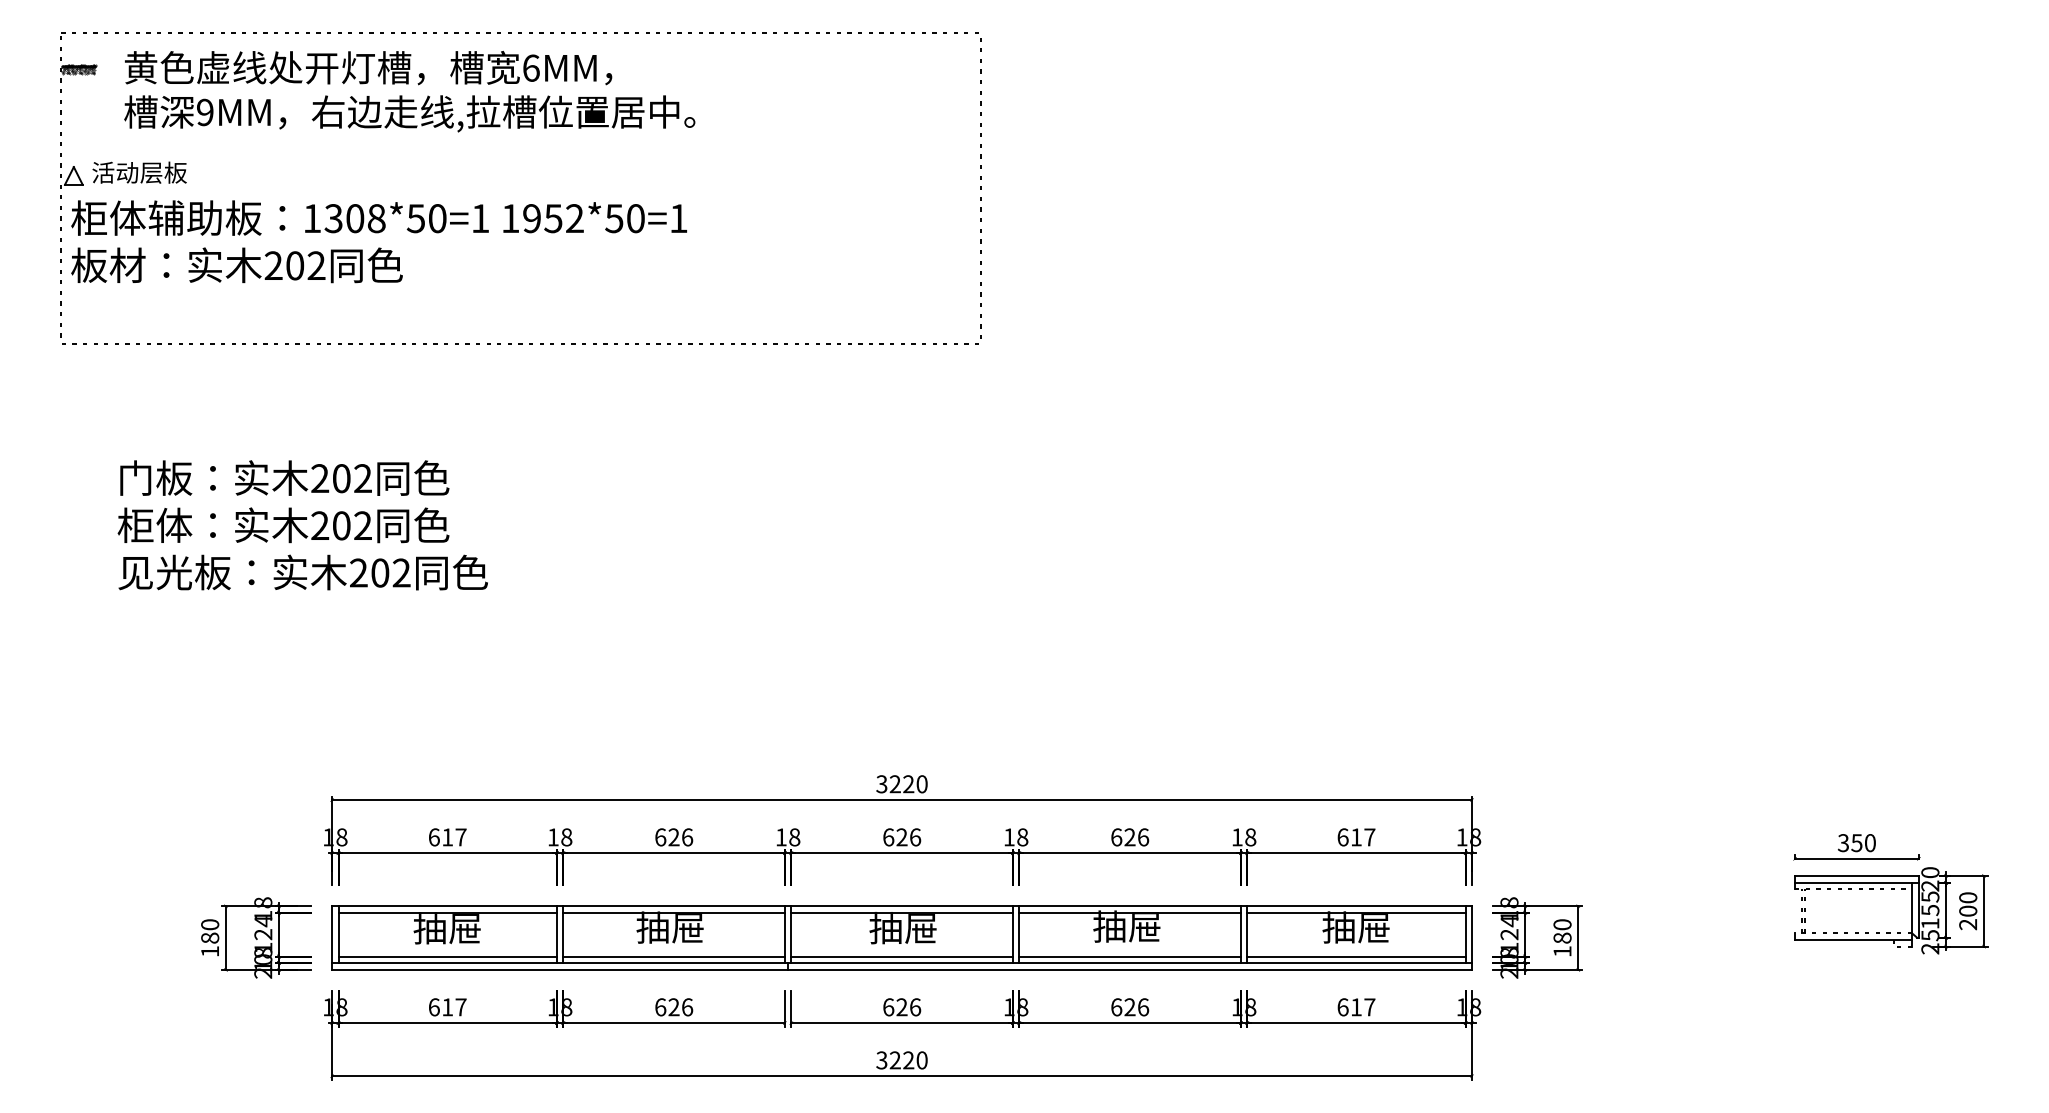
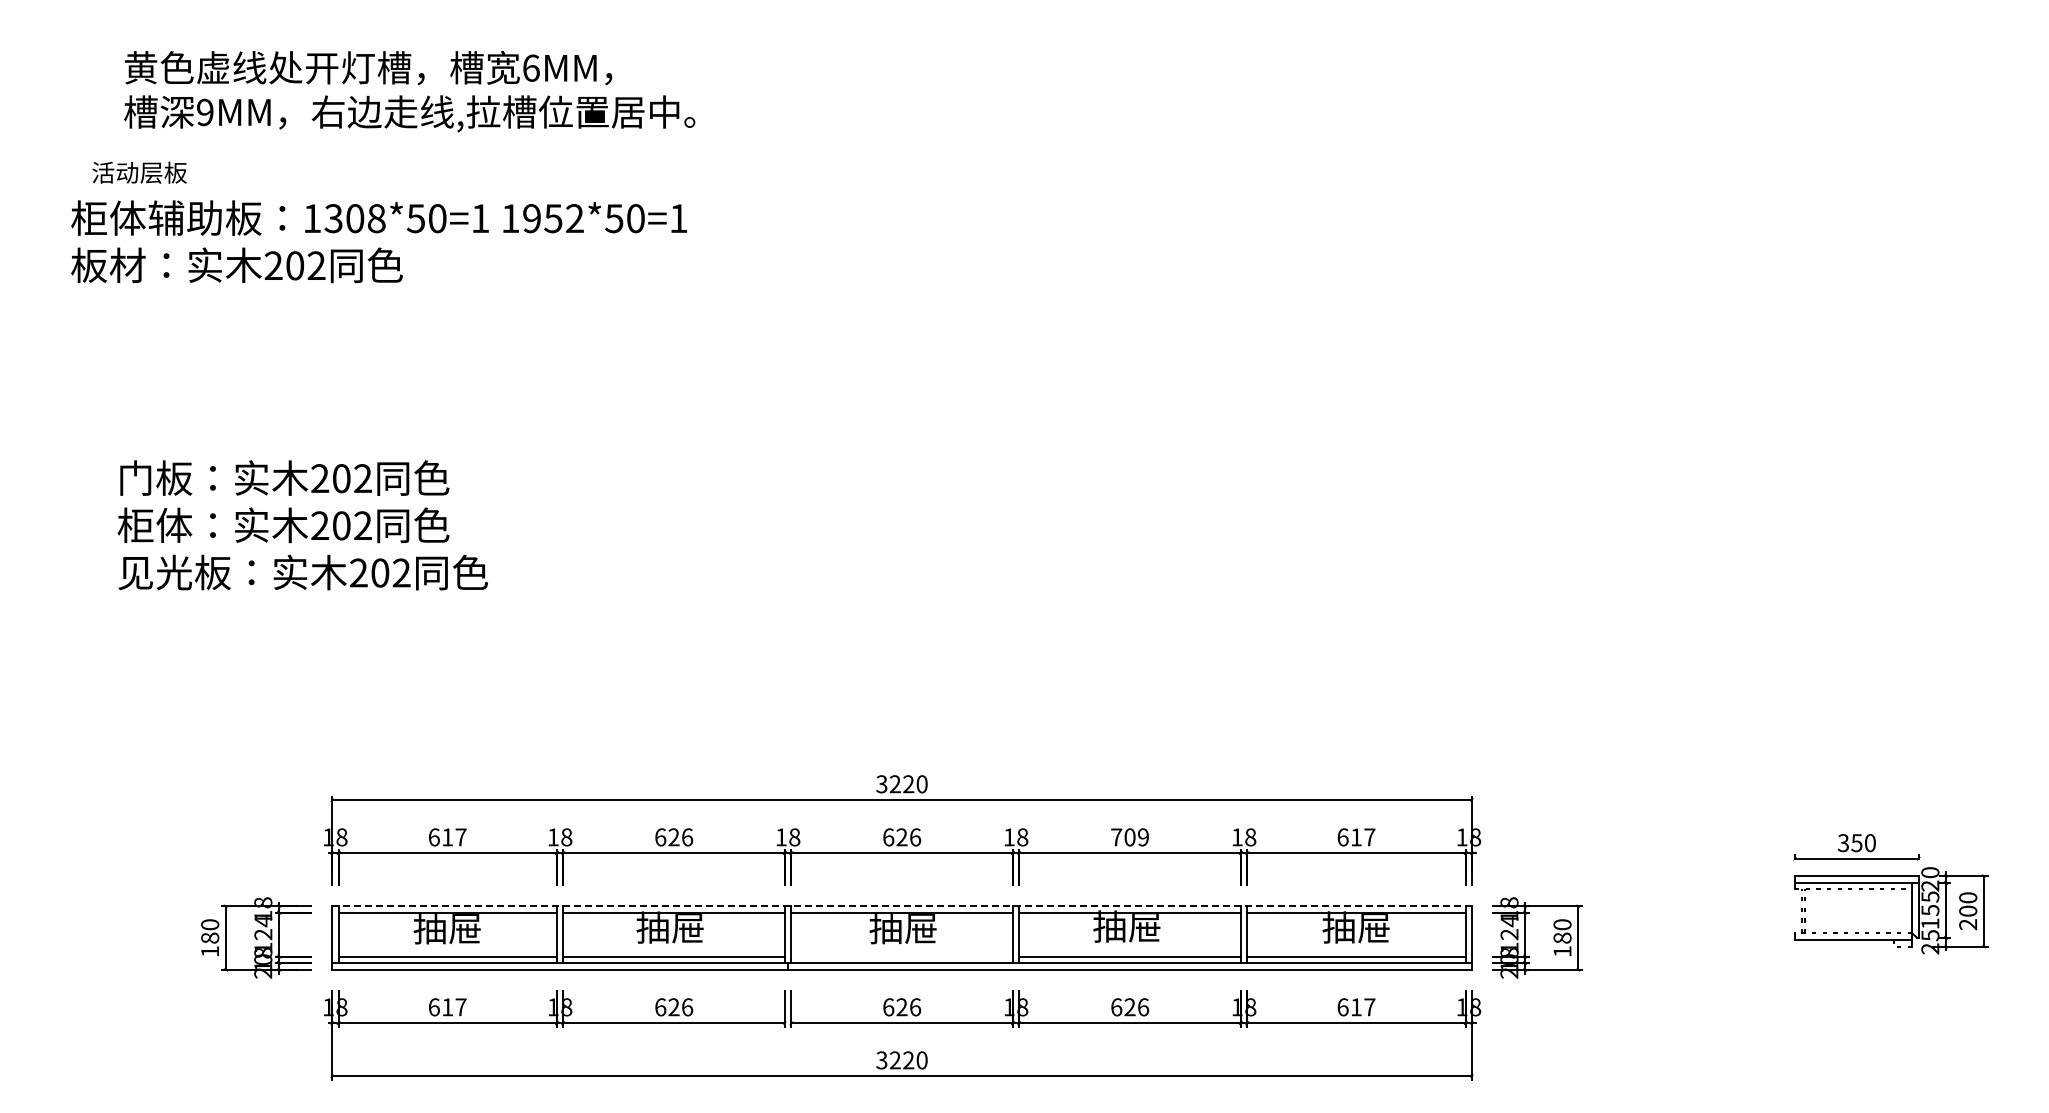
part at (520, 33): present -> none
text at (1130, 837): 626 -> 709
line at (902, 906): solid -> dashed
line at (901, 956): present -> none
